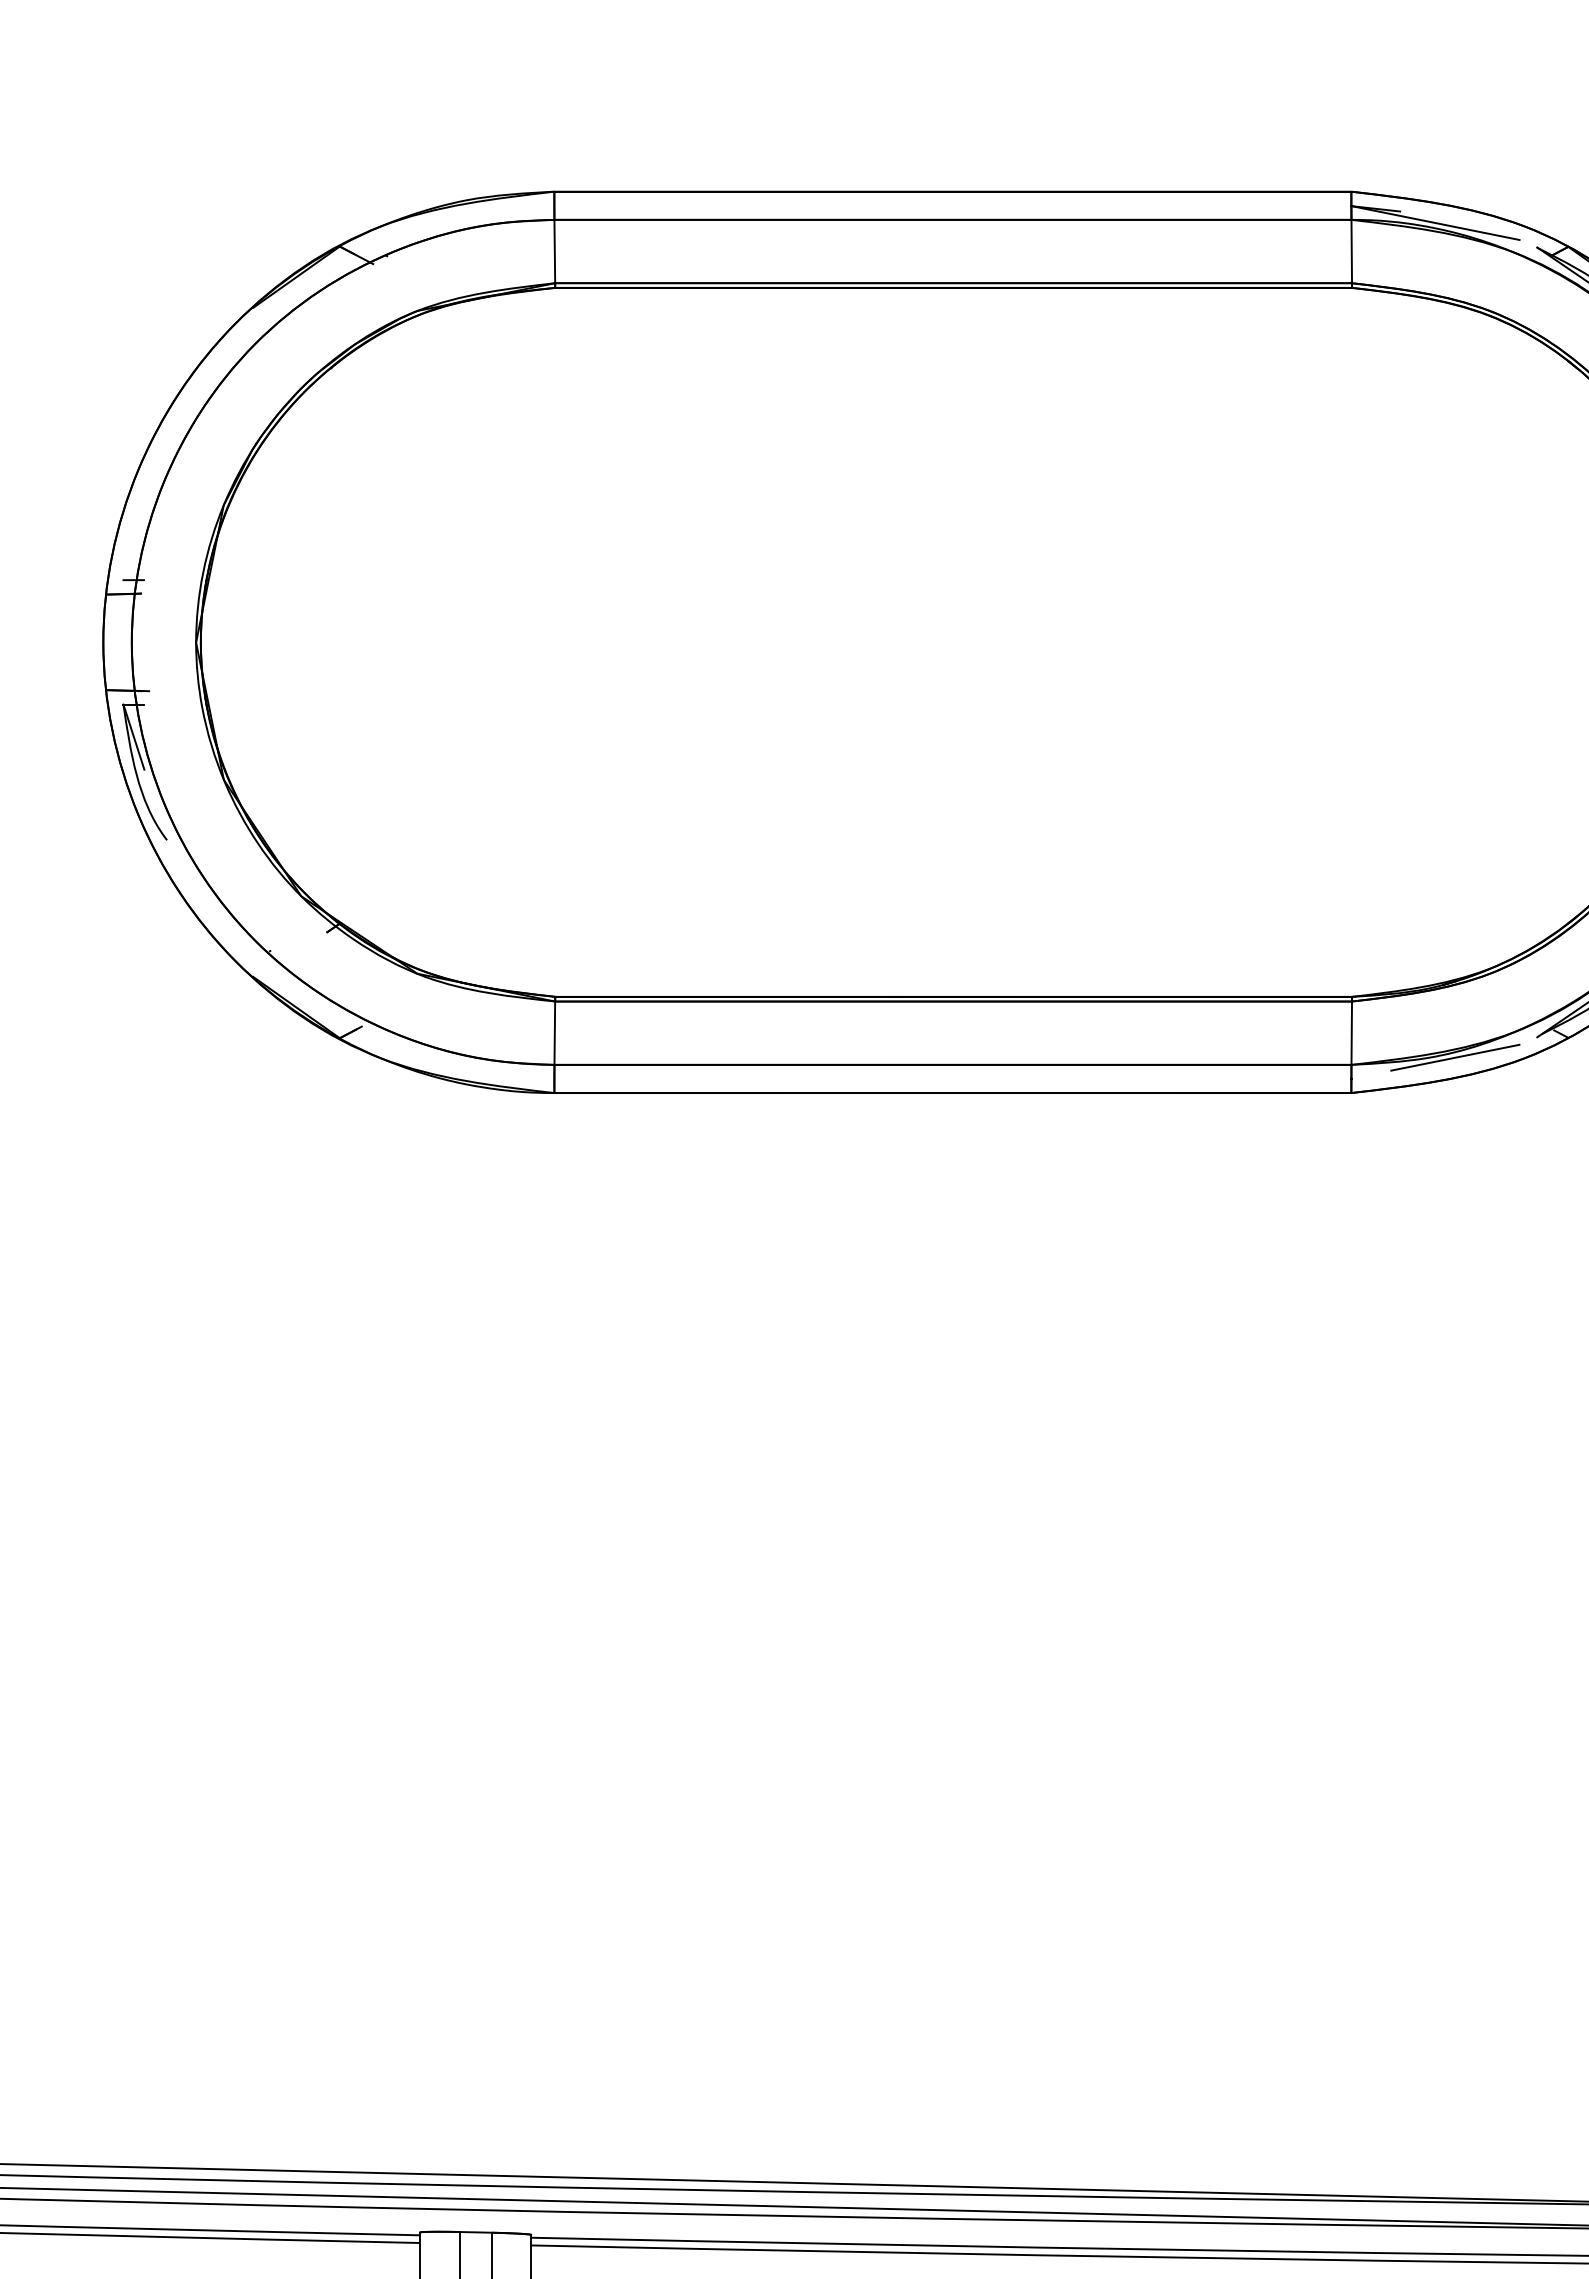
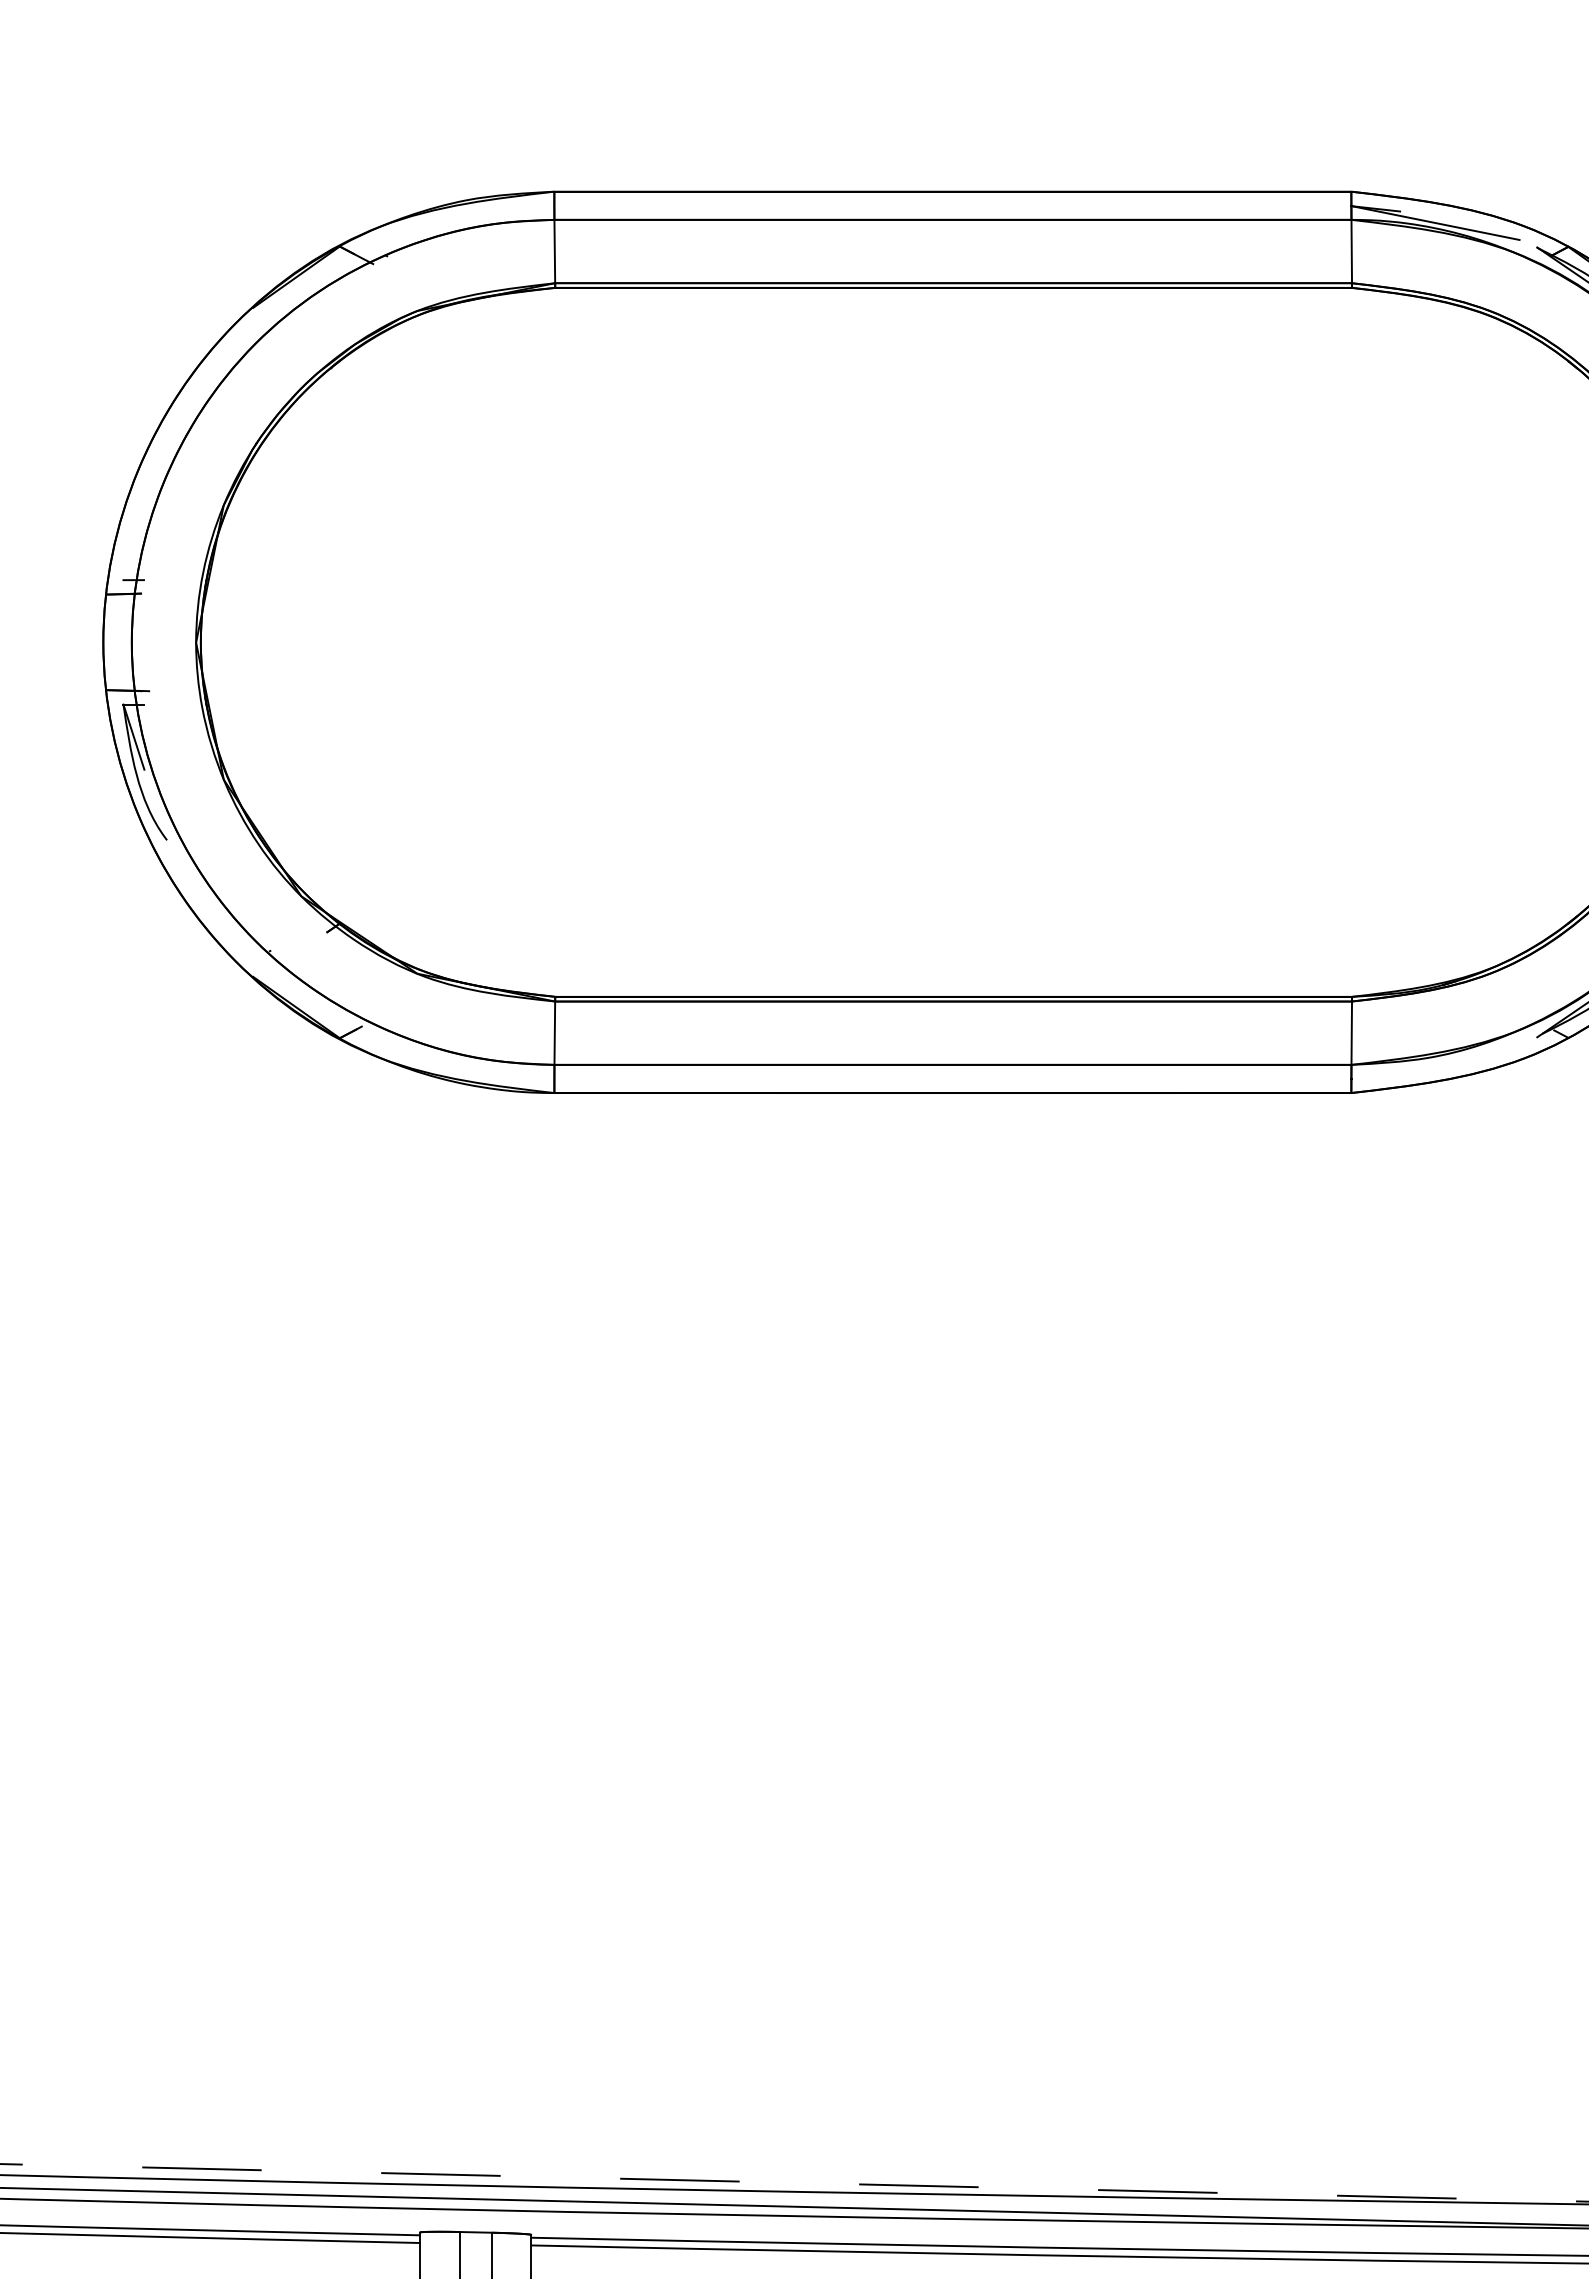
line at (1455, 1057): present -> none
line at (794, 2182): solid -> dashed
